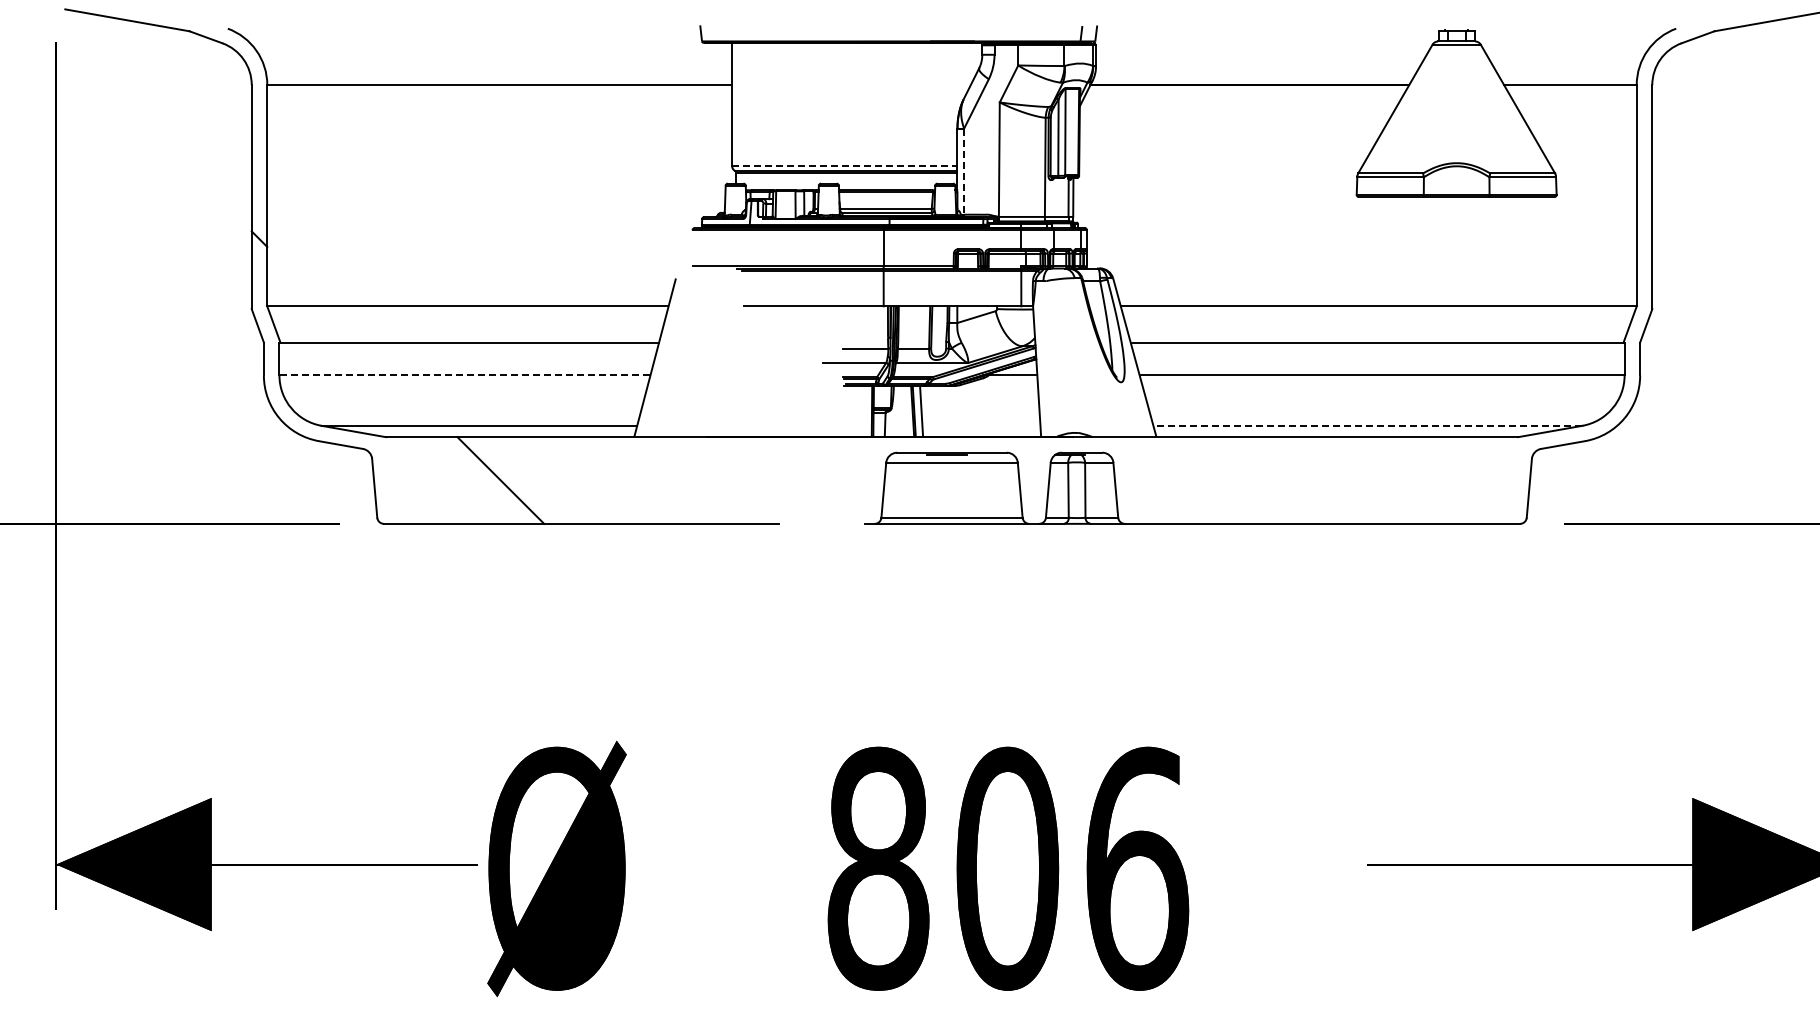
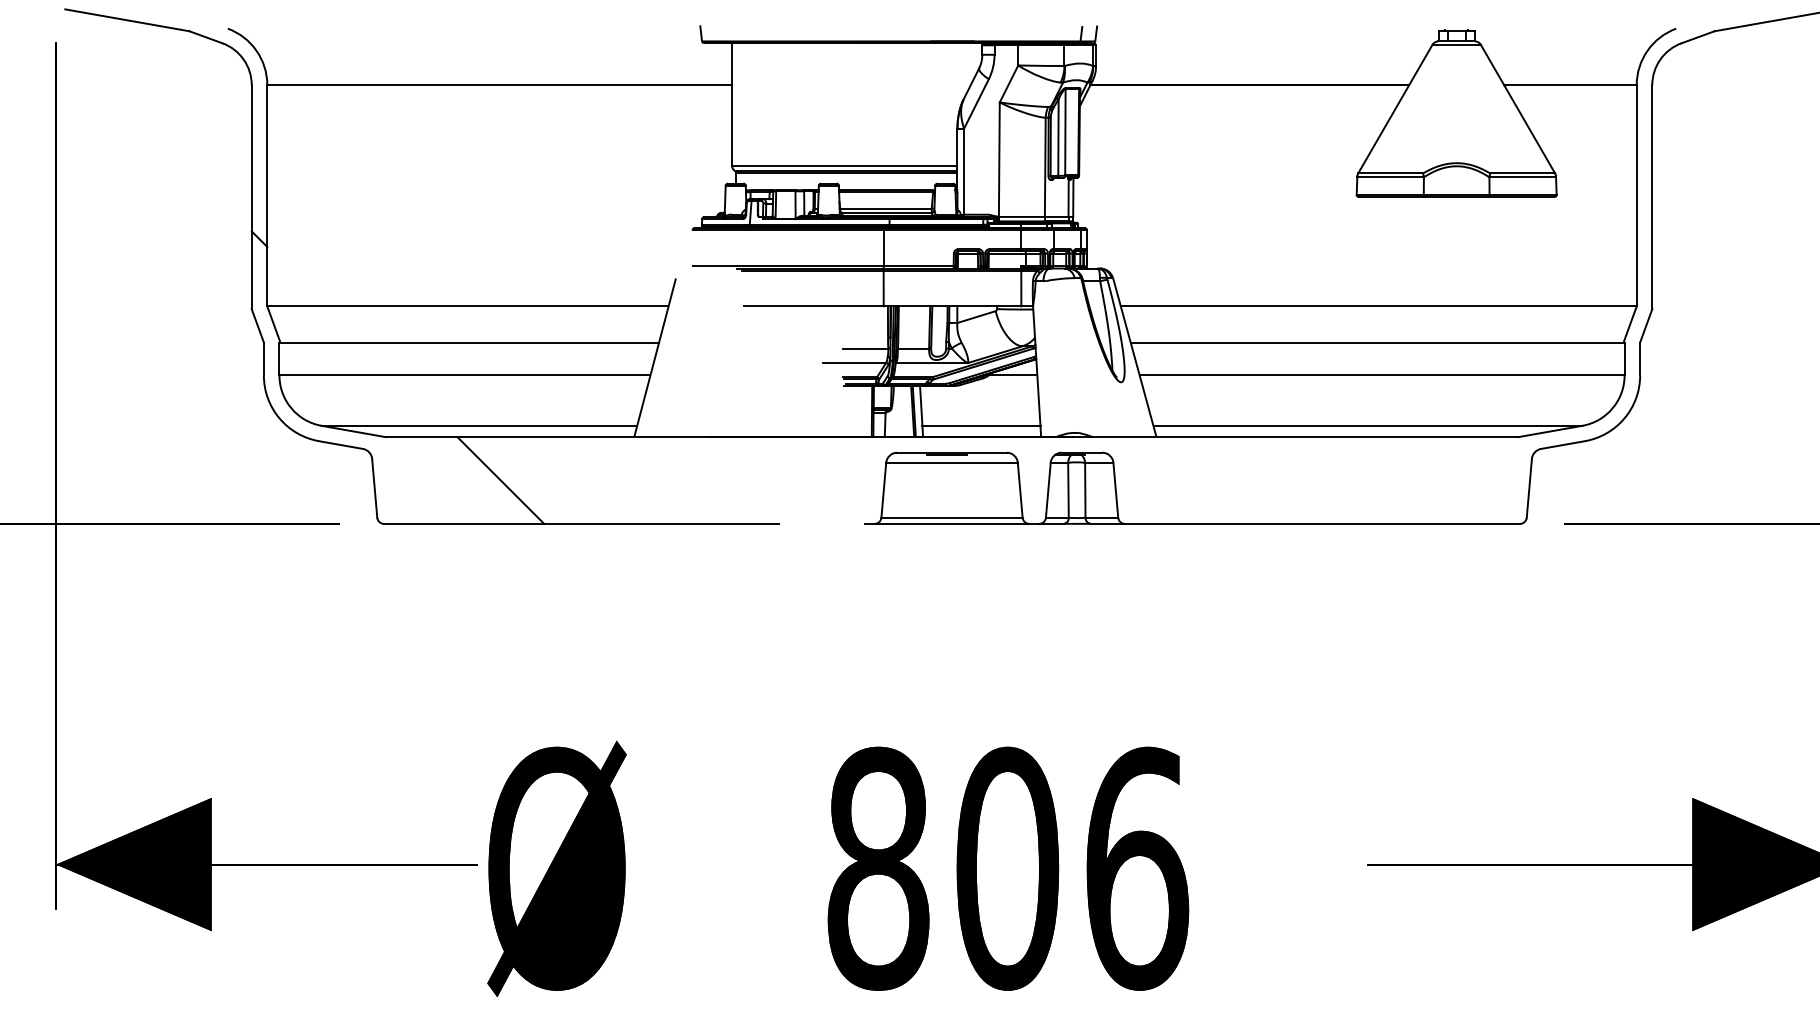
line at (844, 165): dashed -> solid
line at (964, 172): dashed -> solid
line at (464, 375): dashed -> solid
line at (981, 425): none -> present
line at (1367, 425): dashed -> solid
